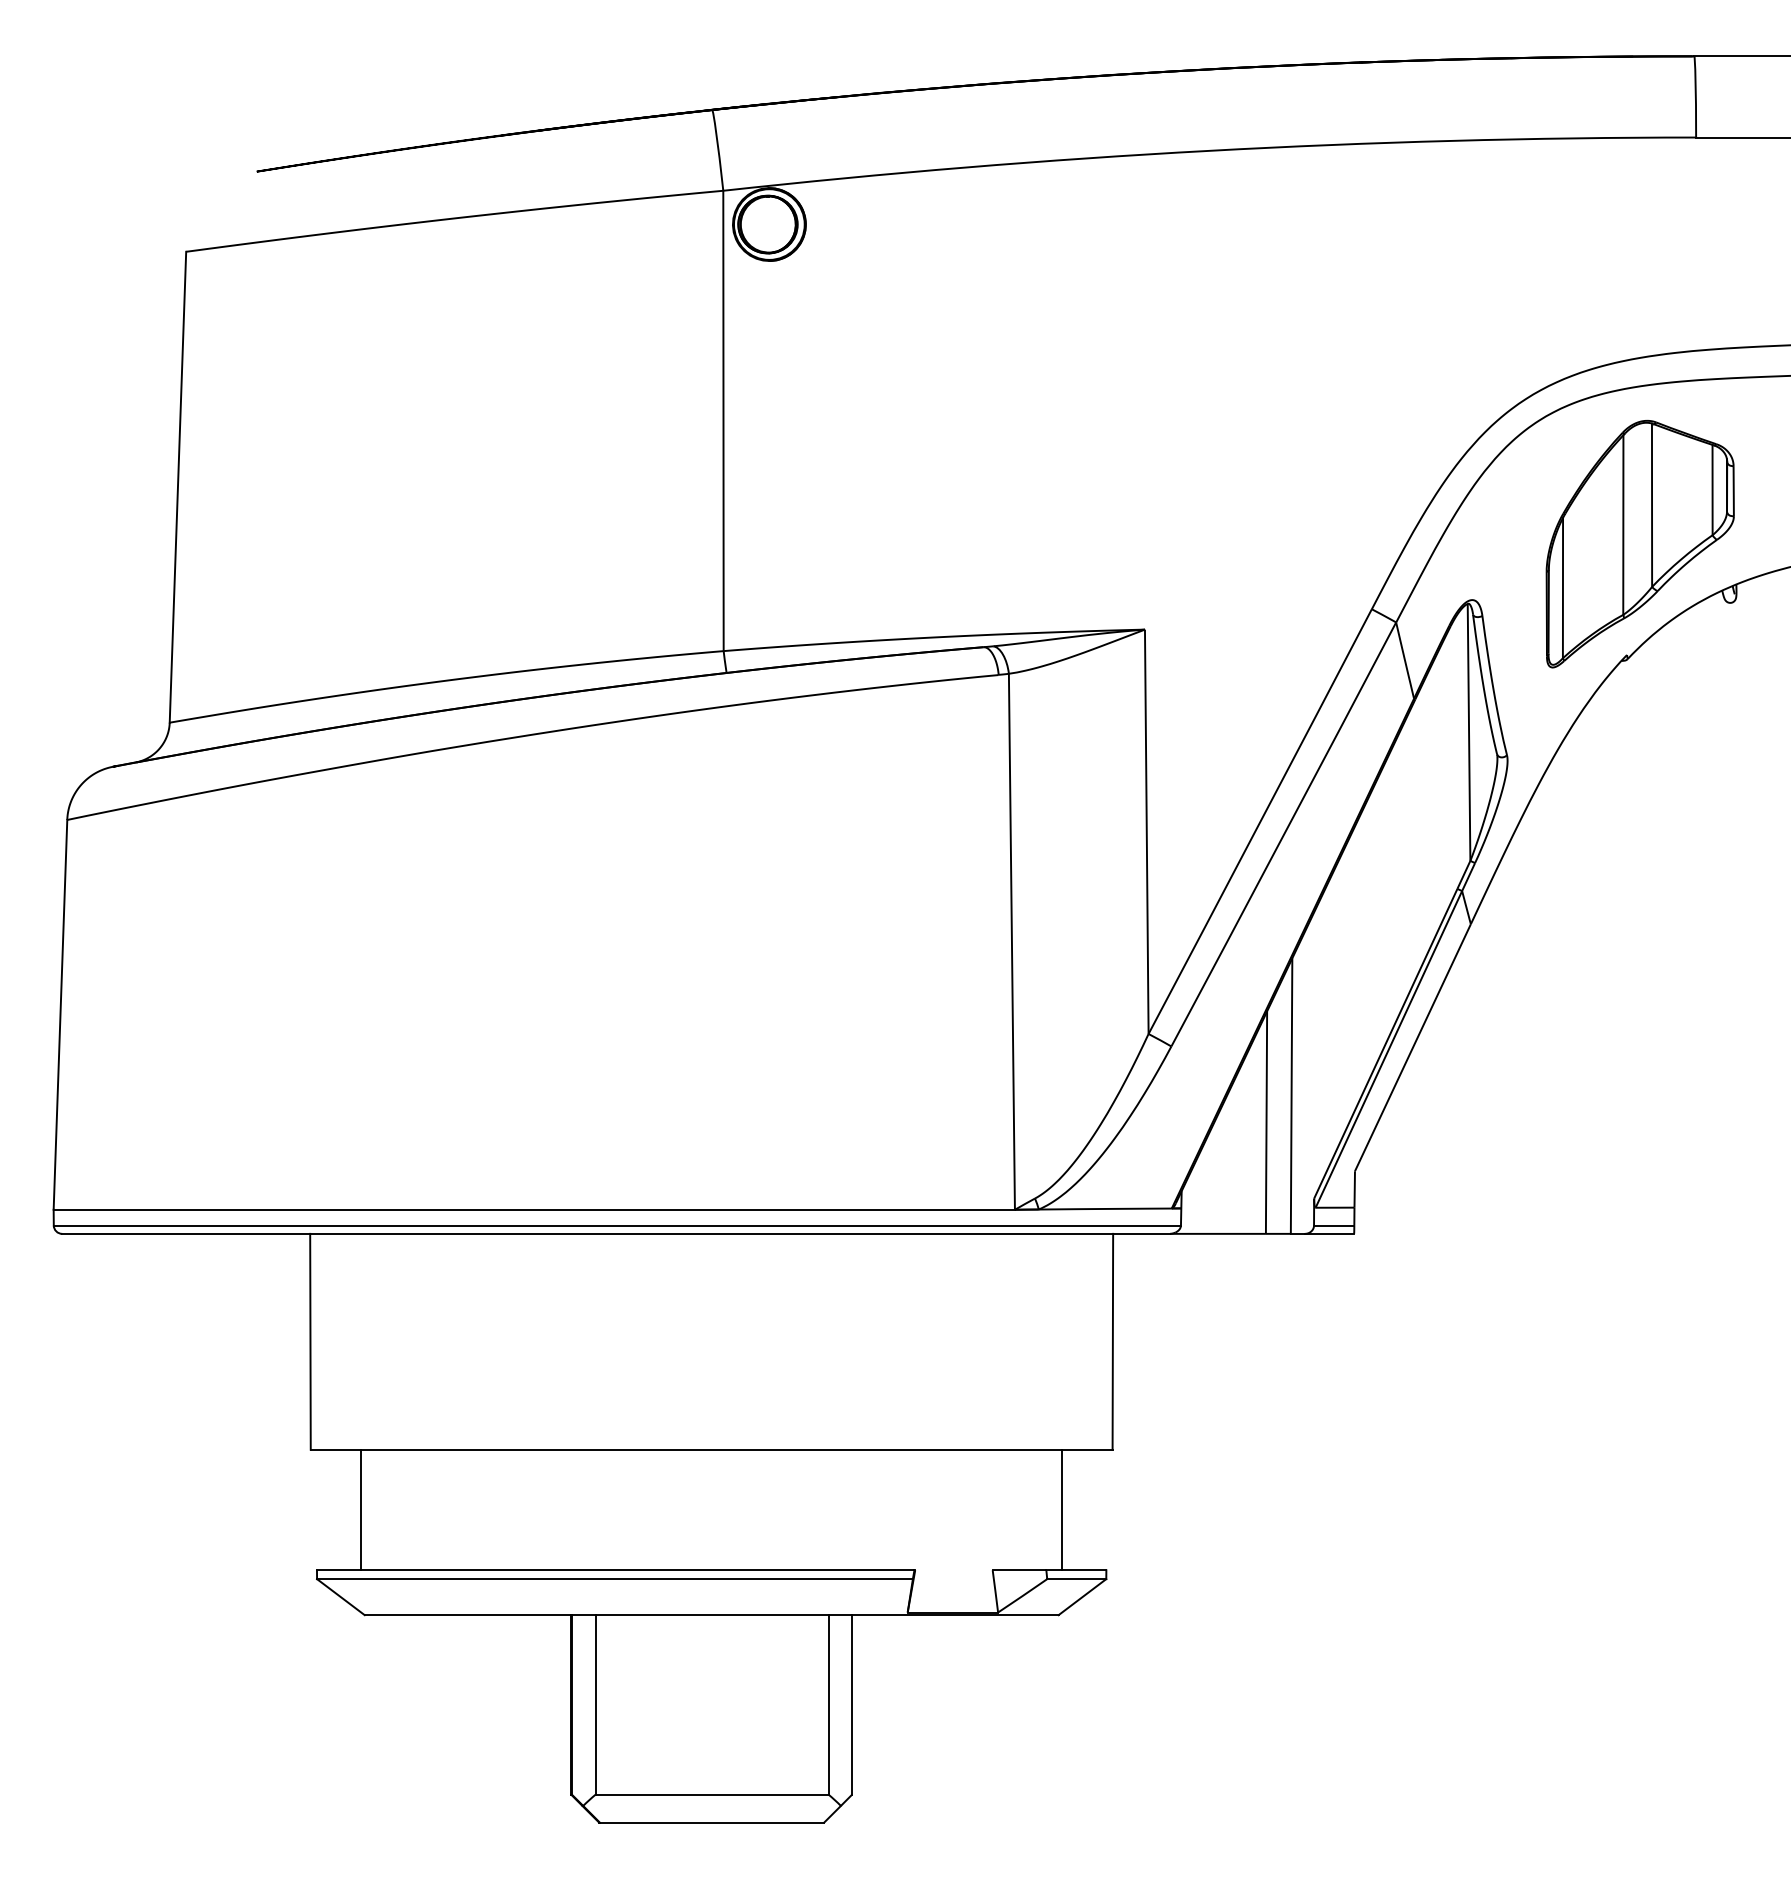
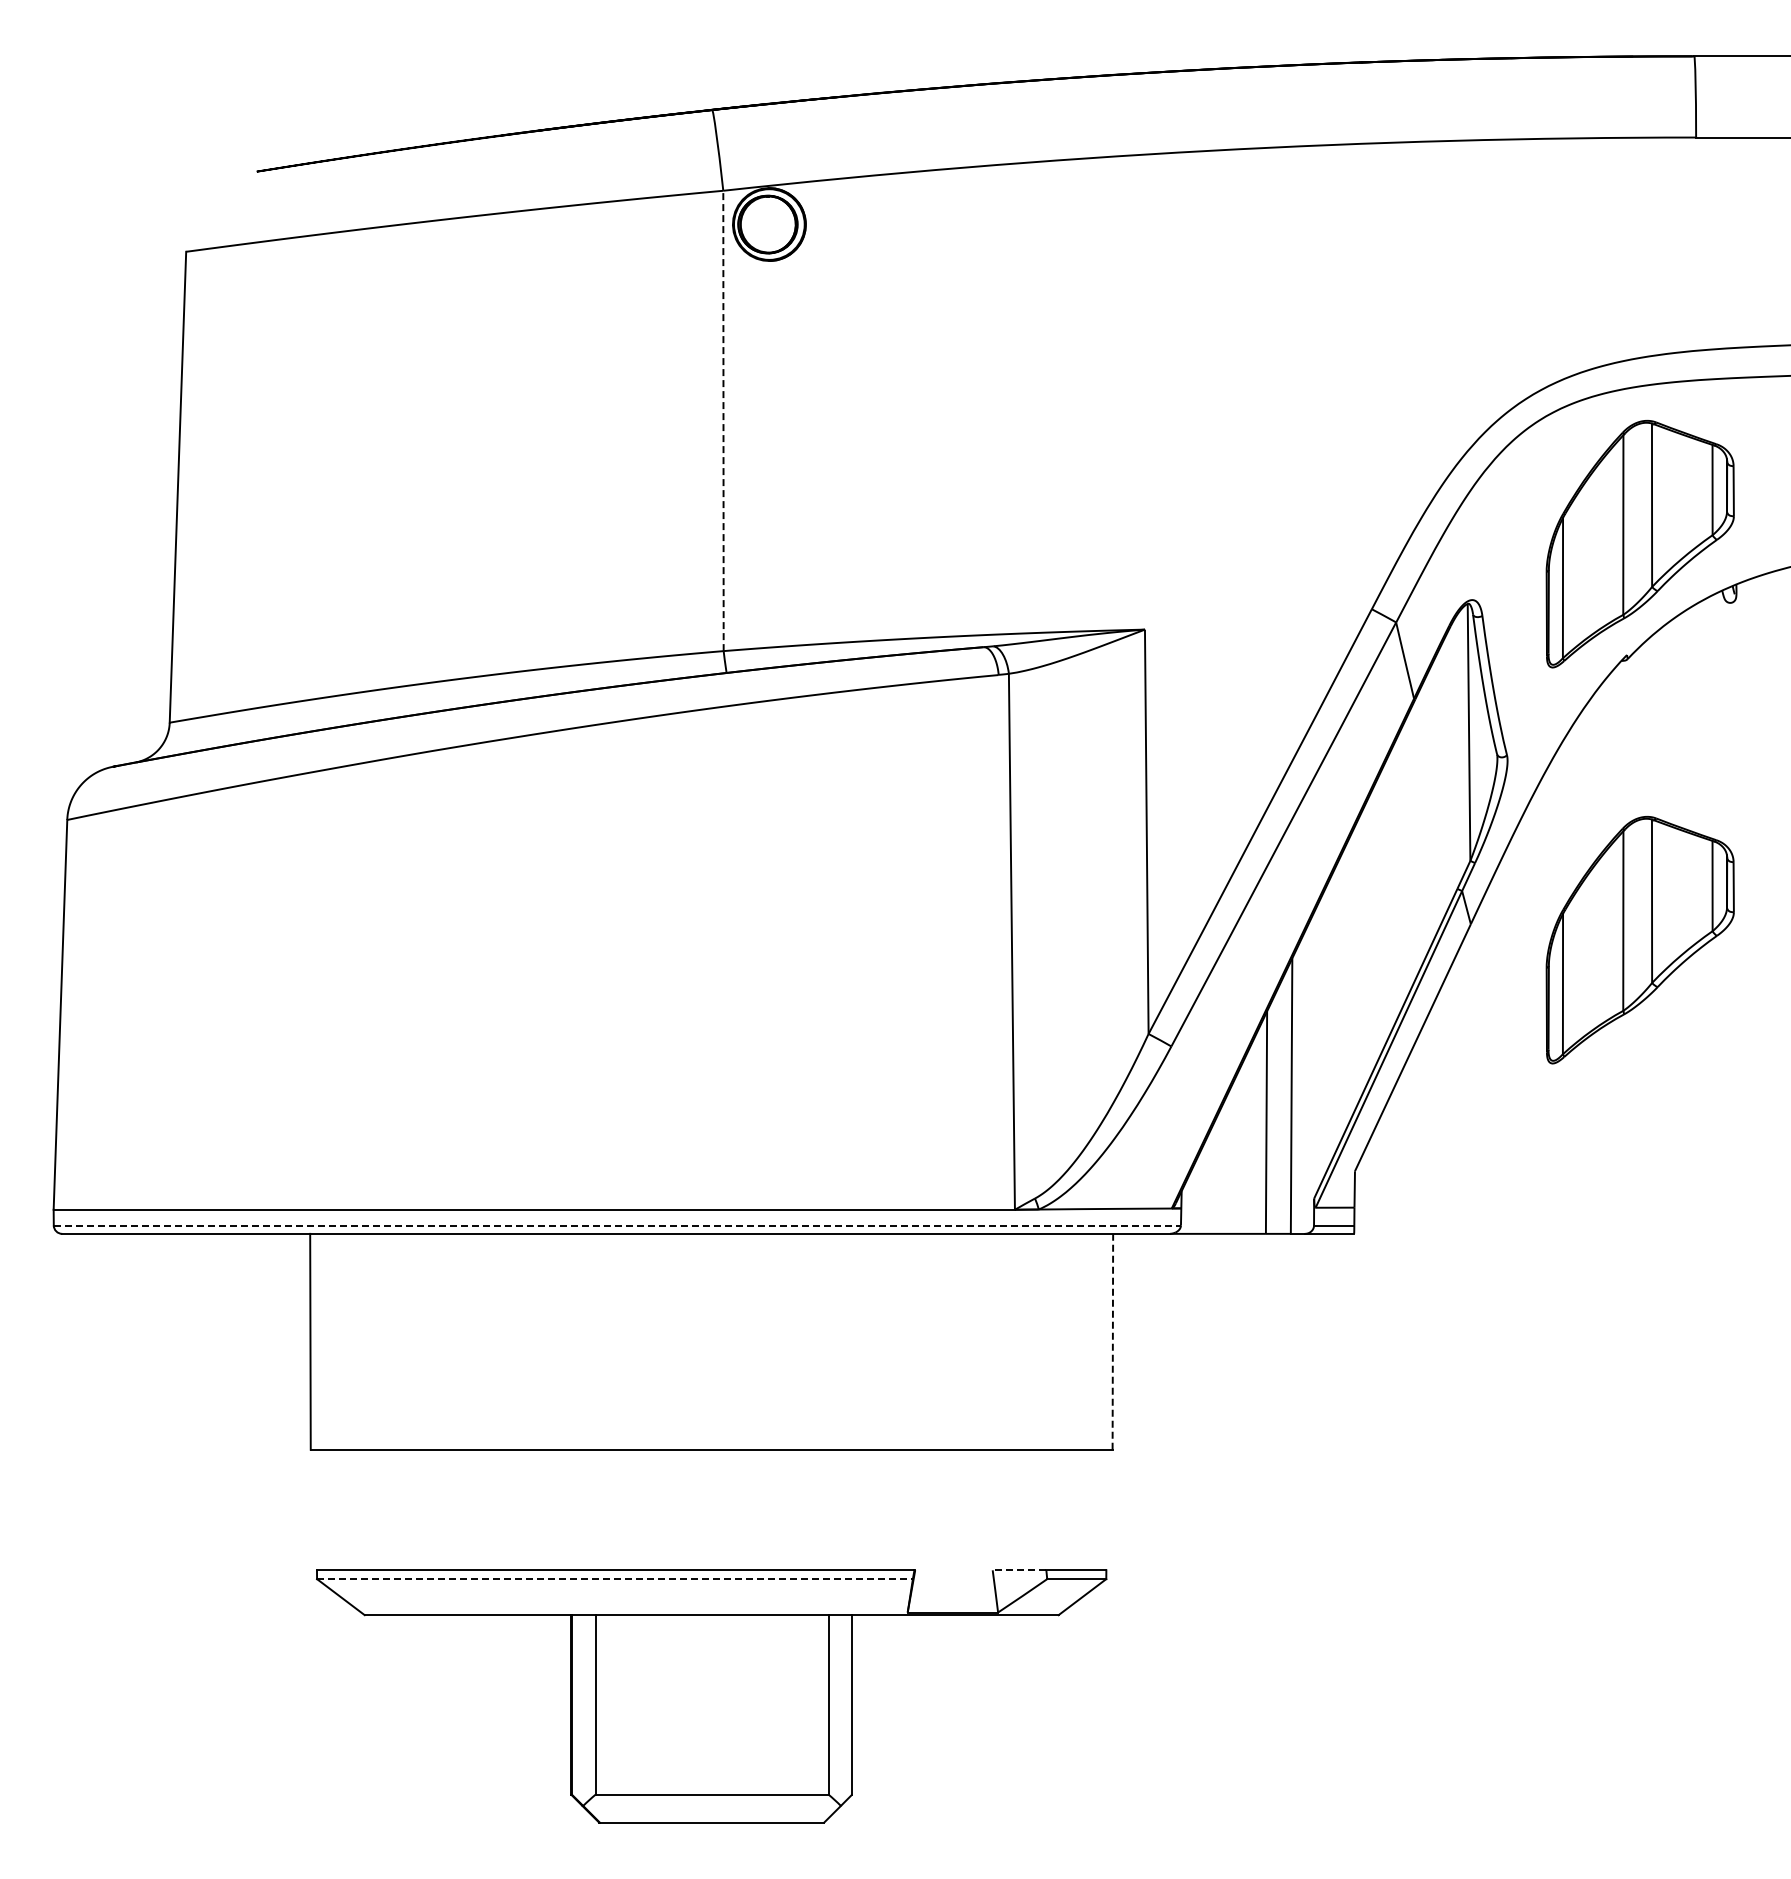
line at (723, 420): solid -> dashed
part at (1639, 940): none -> present
line at (617, 1225): solid -> dashed
line at (1112, 1341): solid -> dashed
line at (361, 1509): present -> none
line at (1062, 1509): present -> none
line at (1019, 1570): solid -> dashed
line at (614, 1579): solid -> dashed
